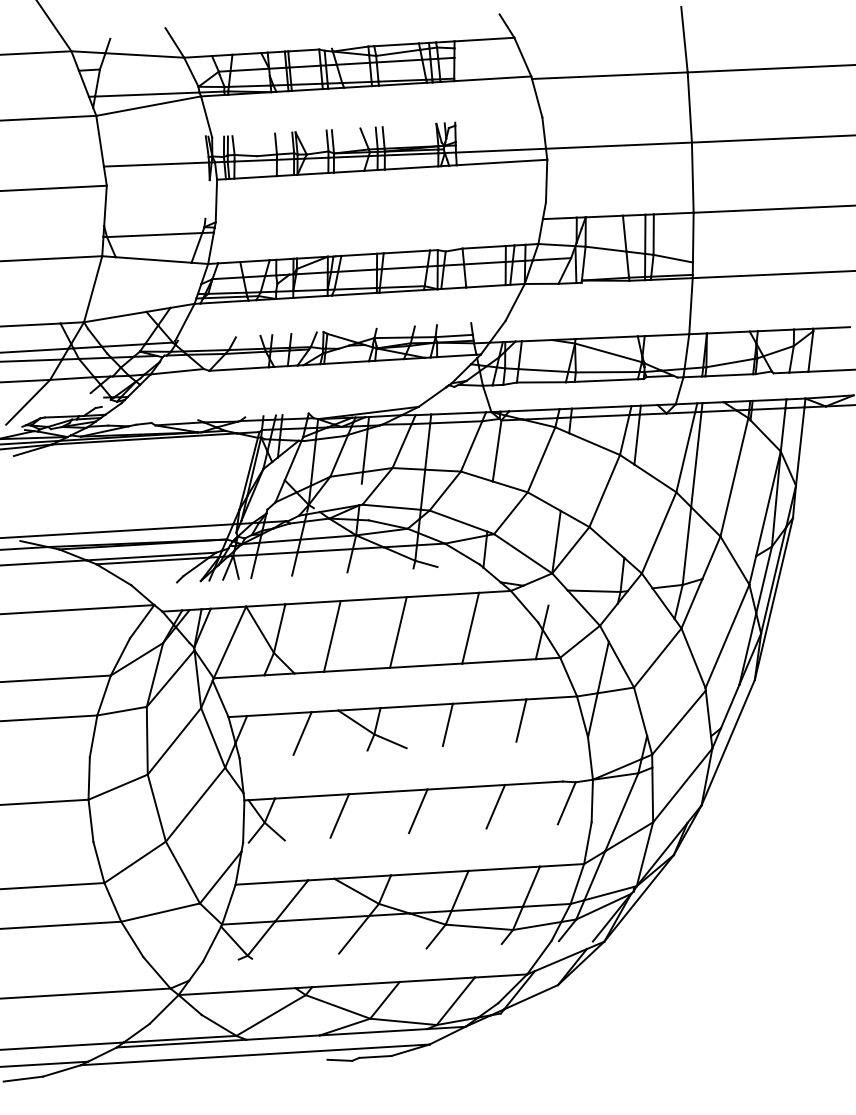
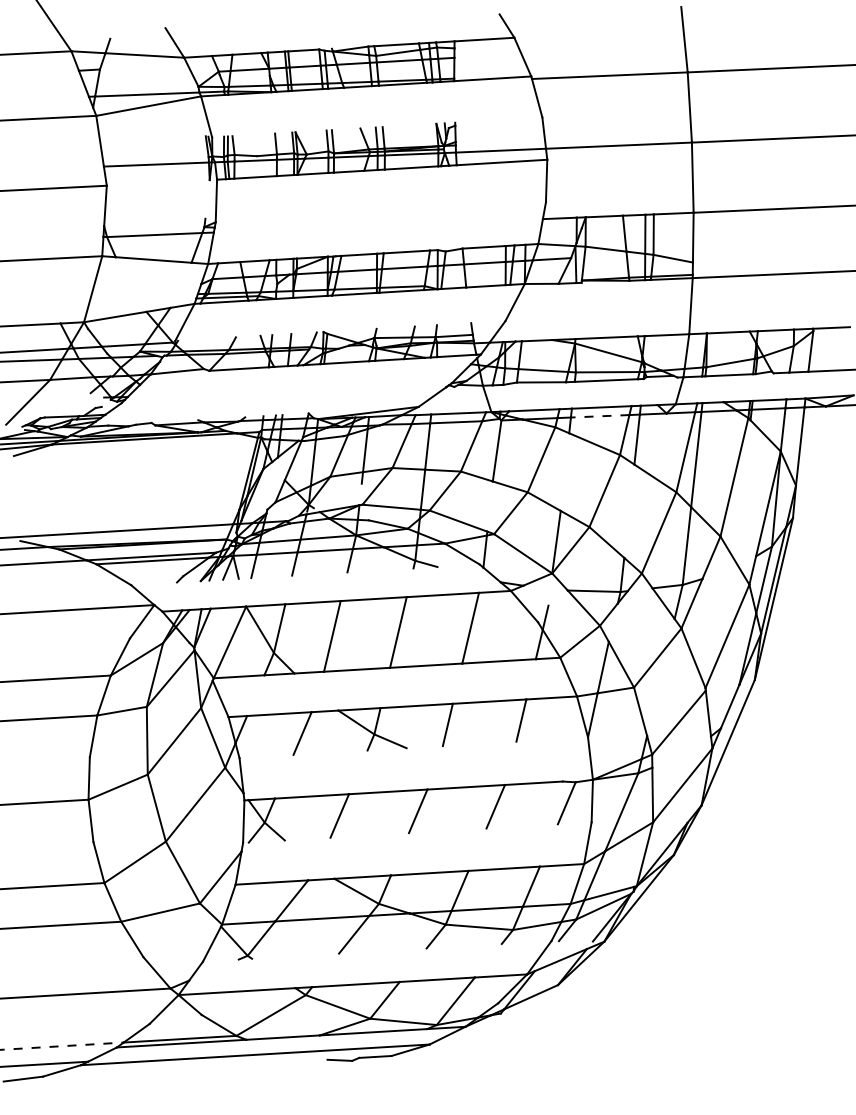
line at (599, 416): solid -> dashed
line at (62, 1046): solid -> dashed
